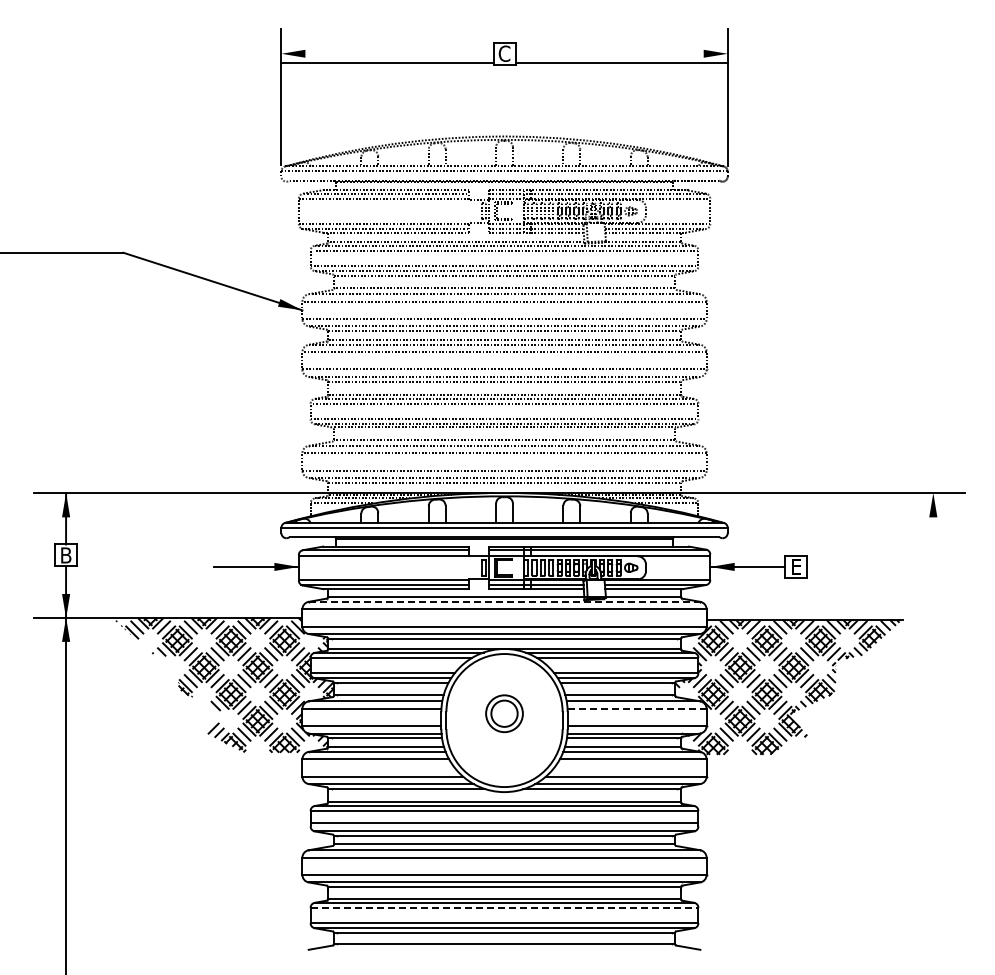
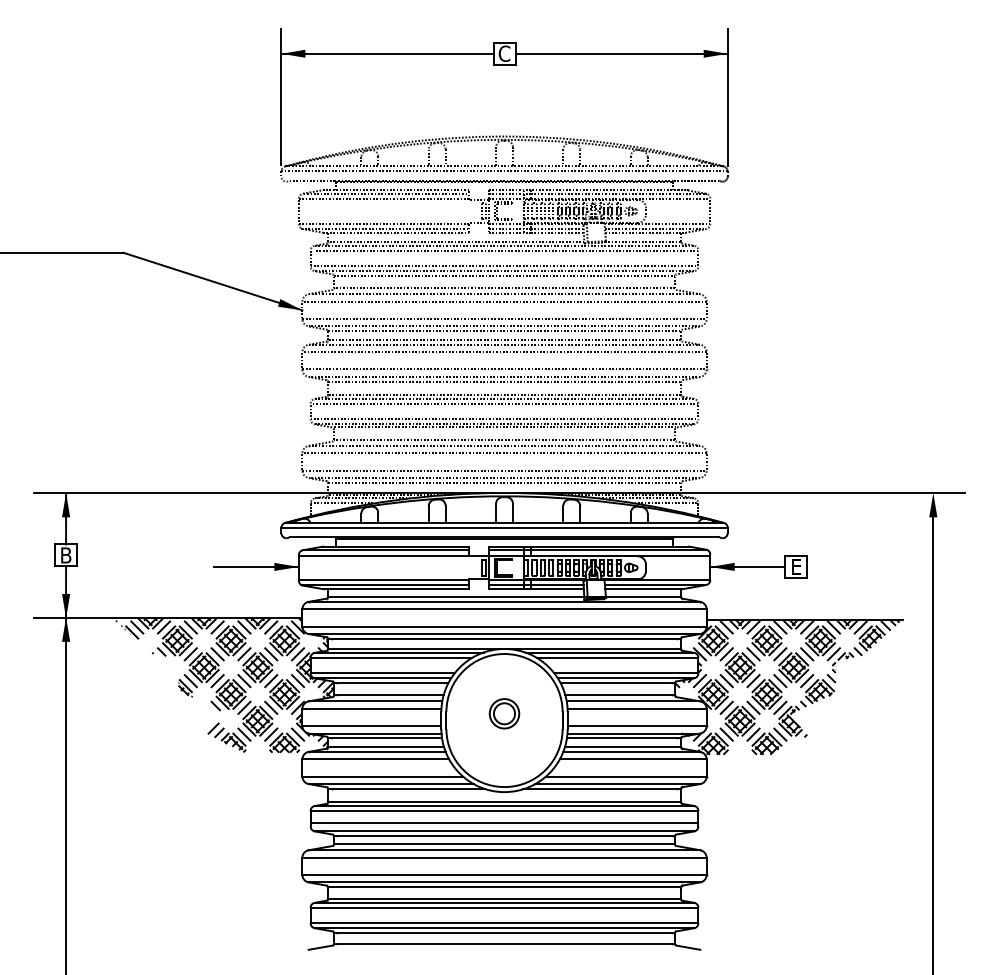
line at (387, 62) position: (387, 62) -> (387, 53)
line at (621, 62) position: (621, 62) -> (621, 53)
line at (504, 601): dashed -> solid
line at (637, 708): dashed -> solid
part at (504, 713) size: 39x40 px -> 33x32 px
line at (933, 744): none -> present
line at (504, 907): dashed -> solid
